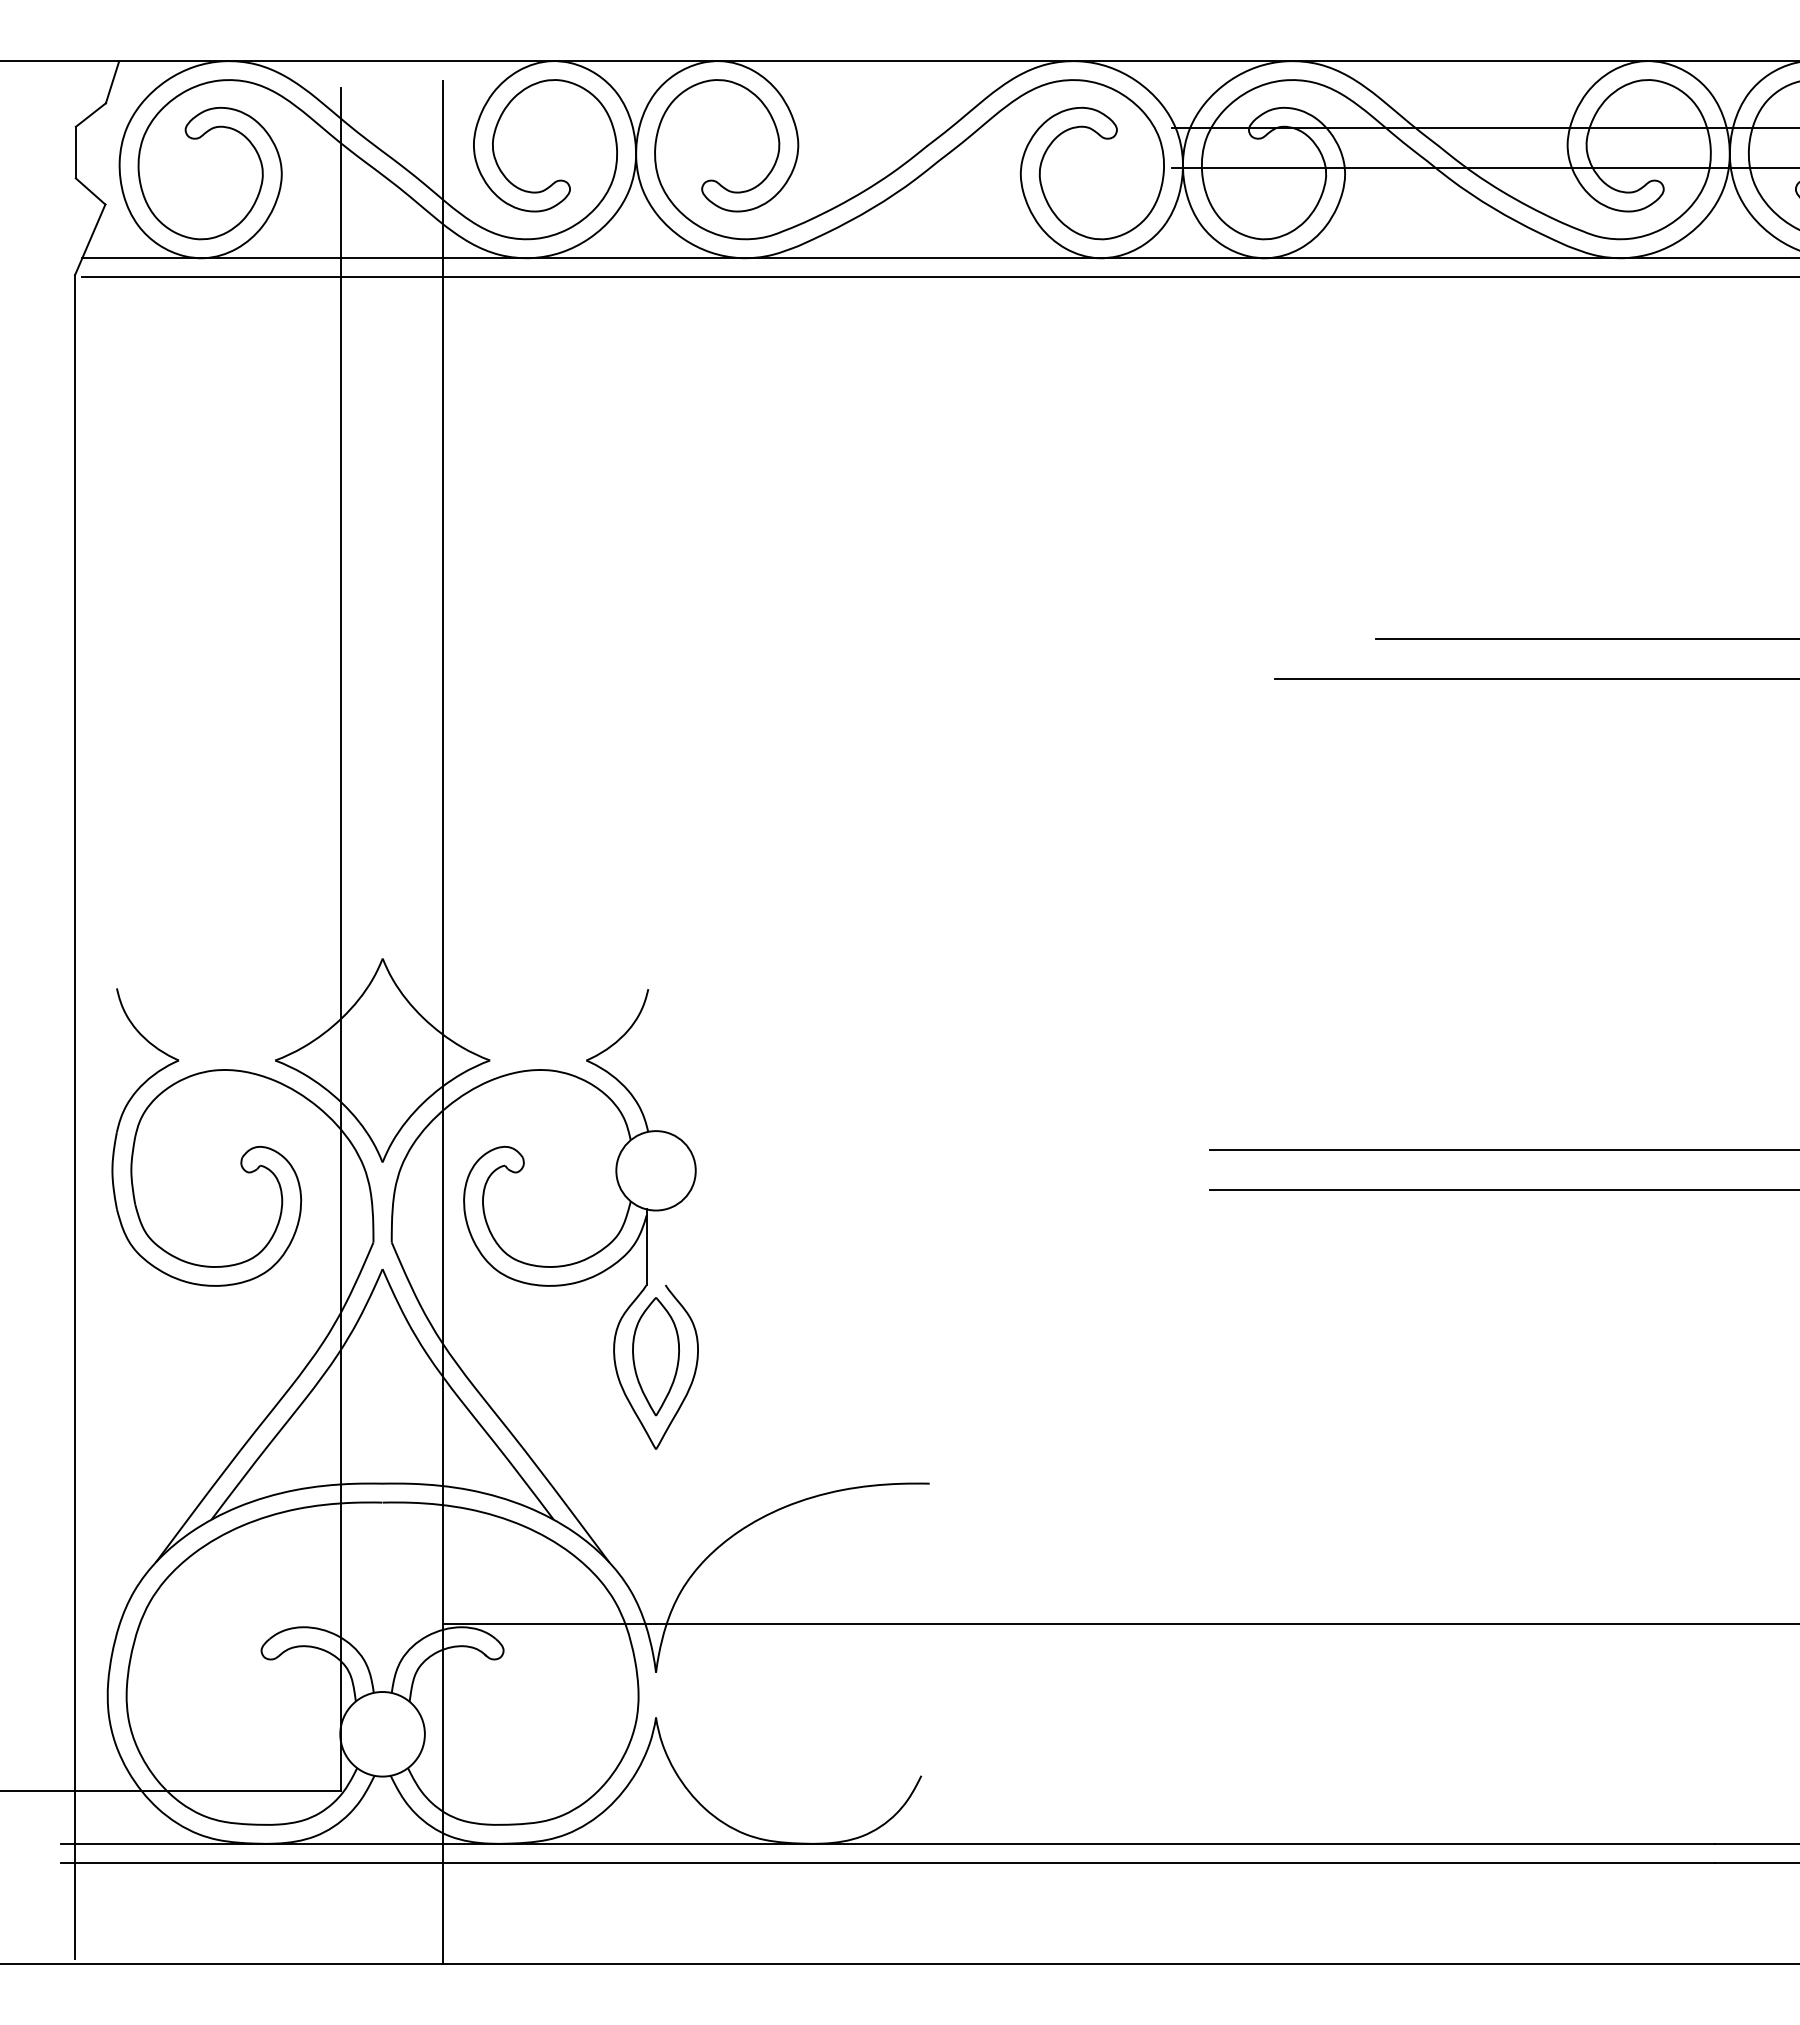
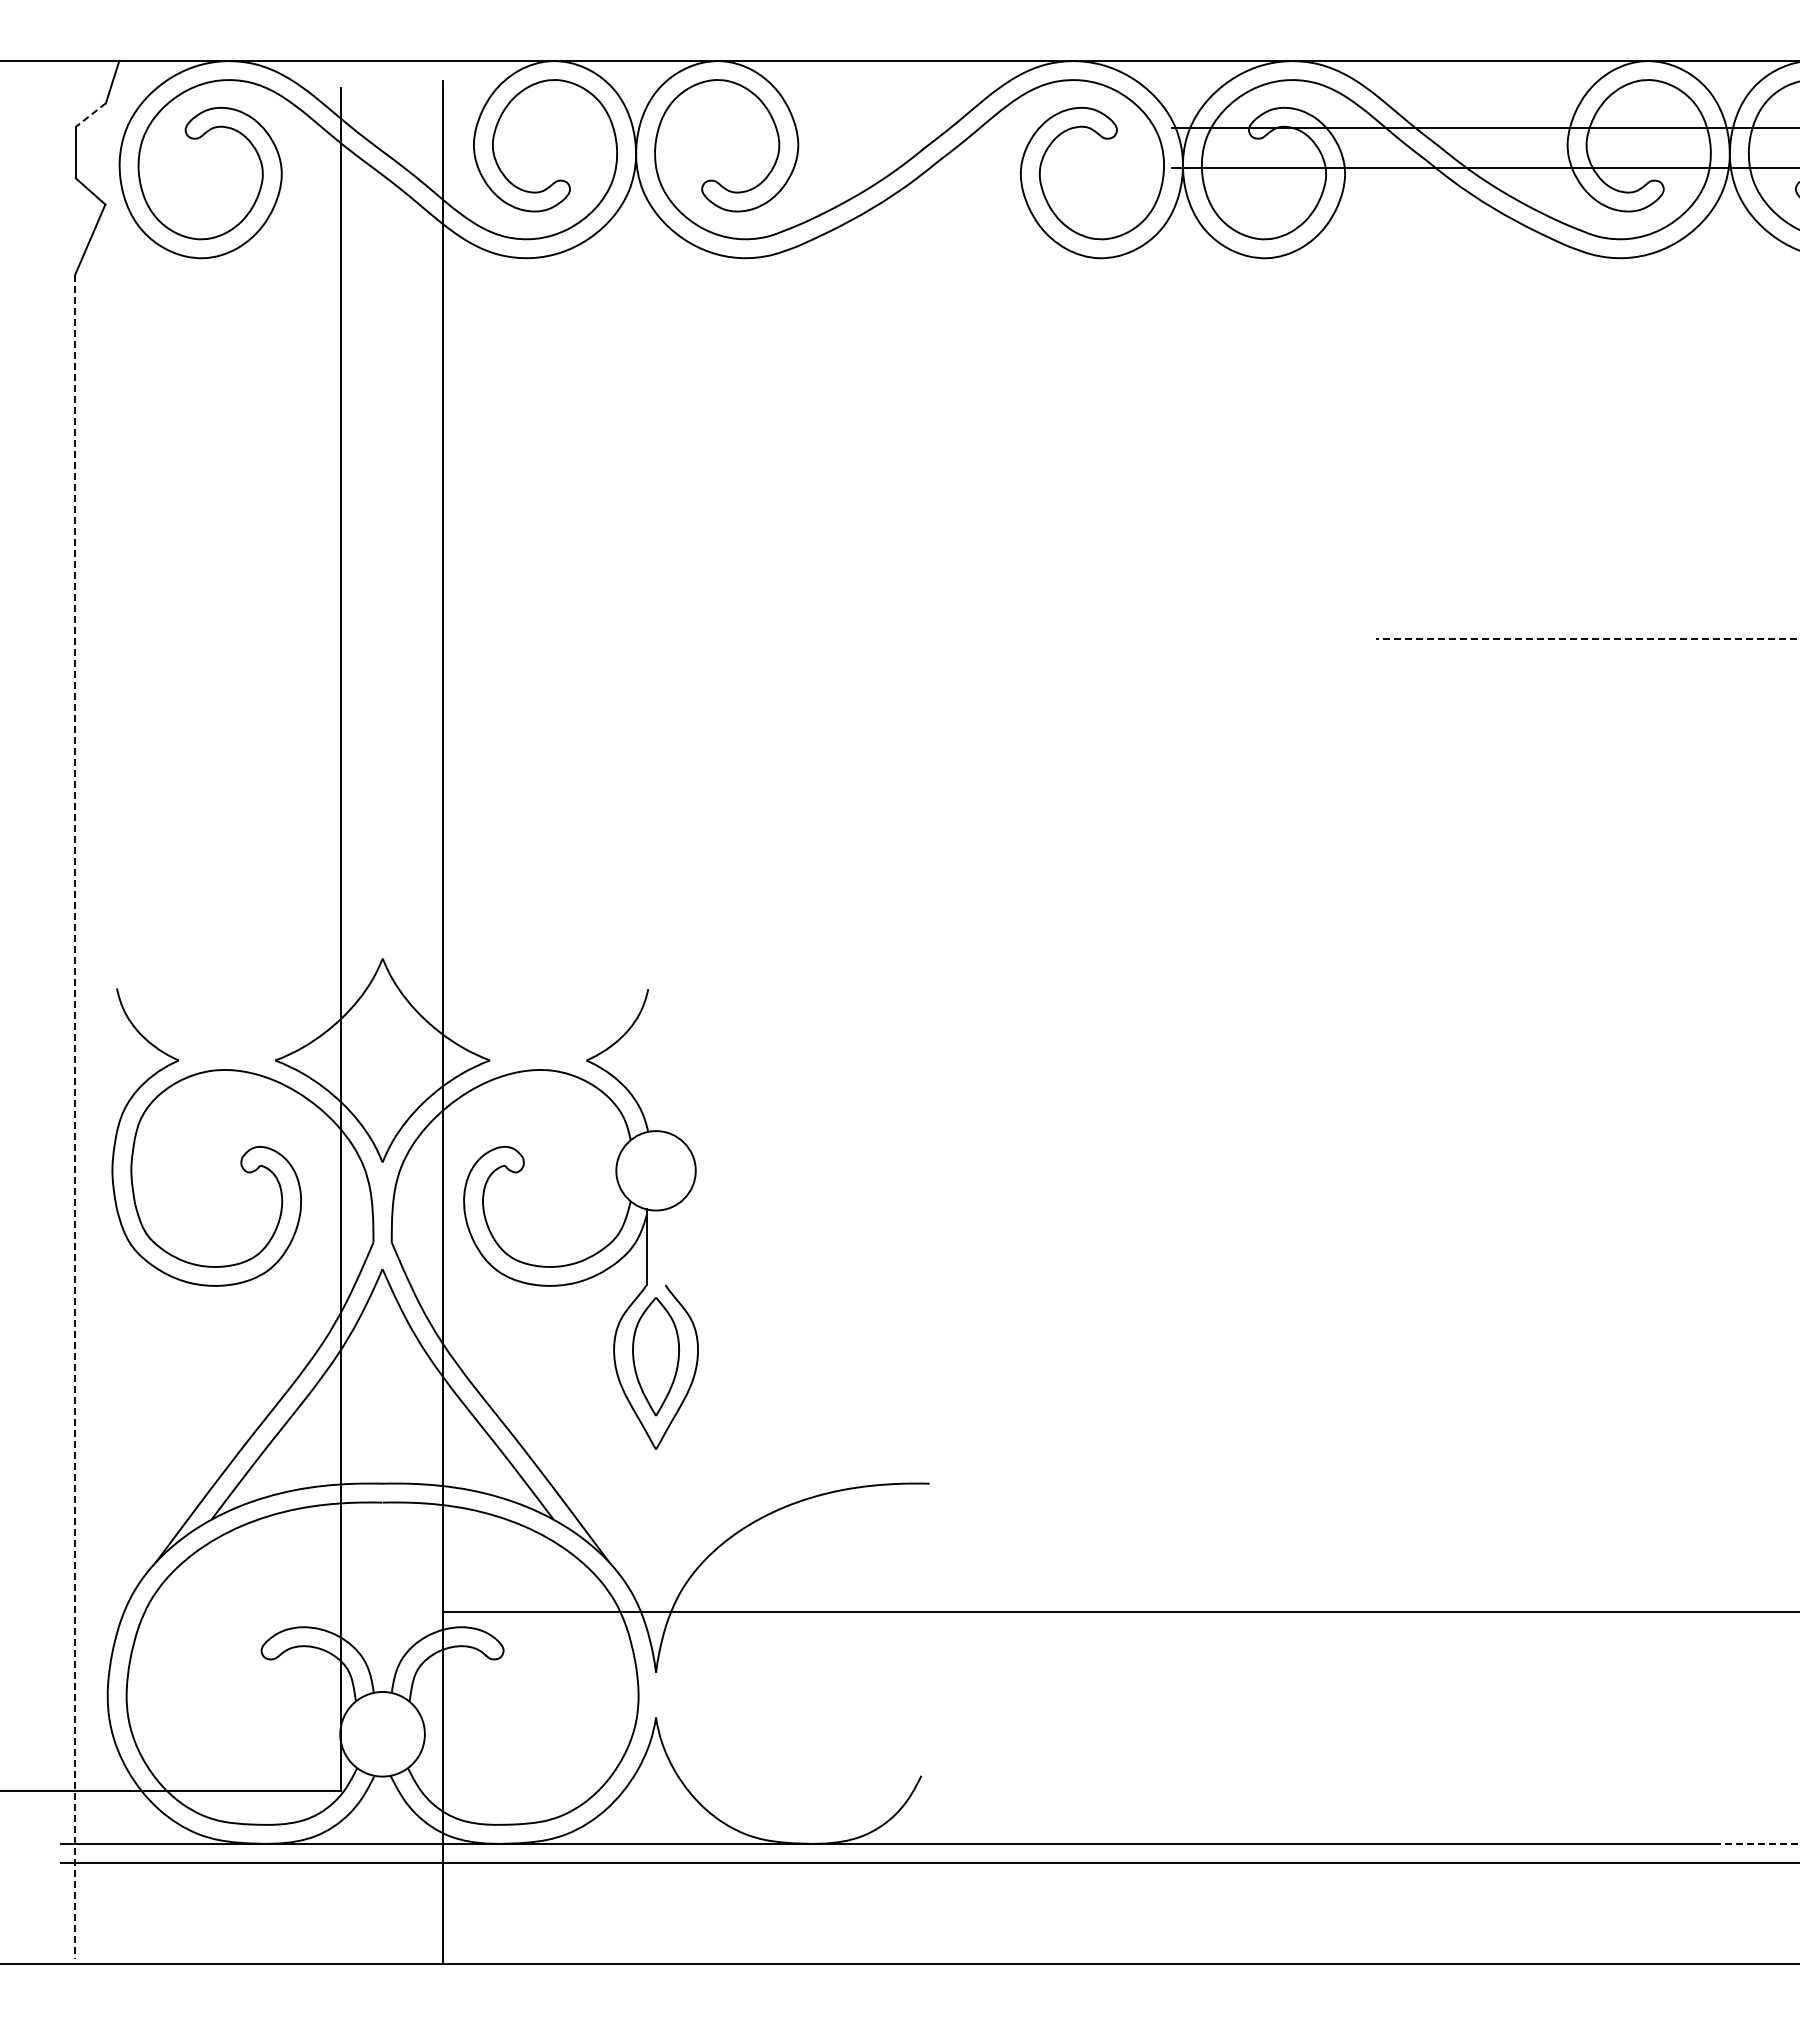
line at (90, 115): solid -> dashed
line at (939, 258): present -> none
line at (939, 277): present -> none
line at (1587, 638): solid -> dashed
line at (1535, 678): present -> none
line at (74, 1117): solid -> dashed
line at (1502, 1149): present -> none
line at (1502, 1189): present -> none
line at (1119, 1623) position: (1119, 1623) -> (1119, 1611)
line at (1757, 1843): solid -> dashed
